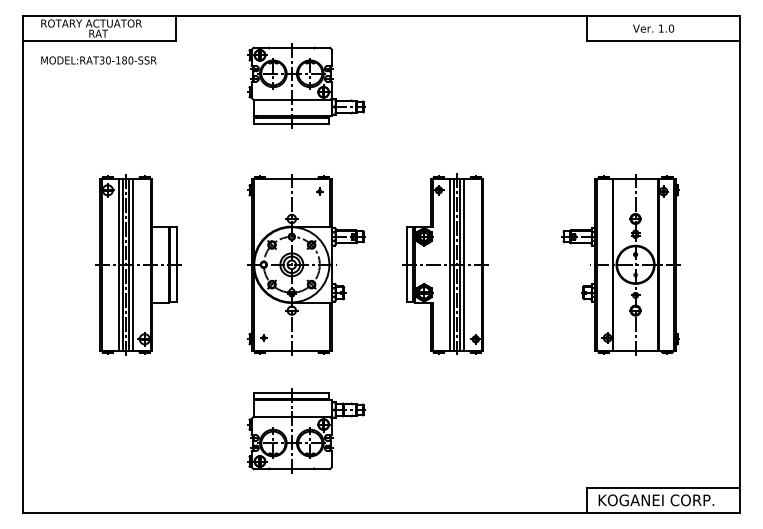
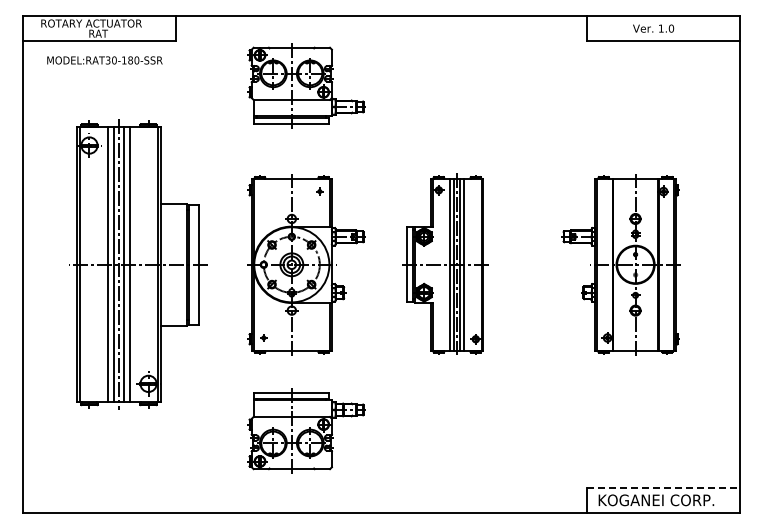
text at (98, 60) position: (98, 60) -> (104, 60)
part at (138, 264) size: 87x182 px -> 139x291 px
line at (664, 487): solid -> dashed
